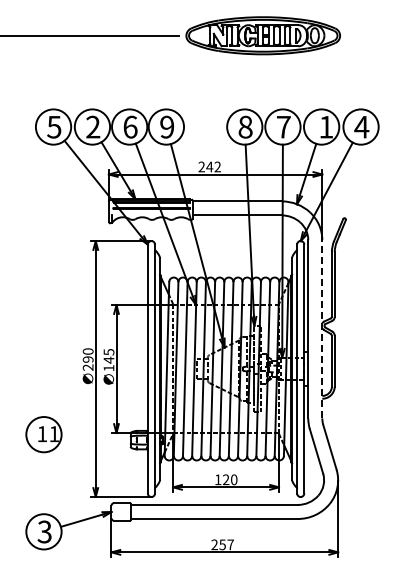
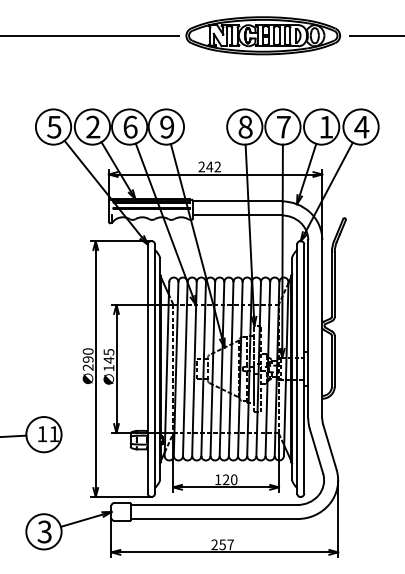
line at (375, 35): none -> present
line at (322, 328): dashed -> solid
line at (14, 435): none -> present
